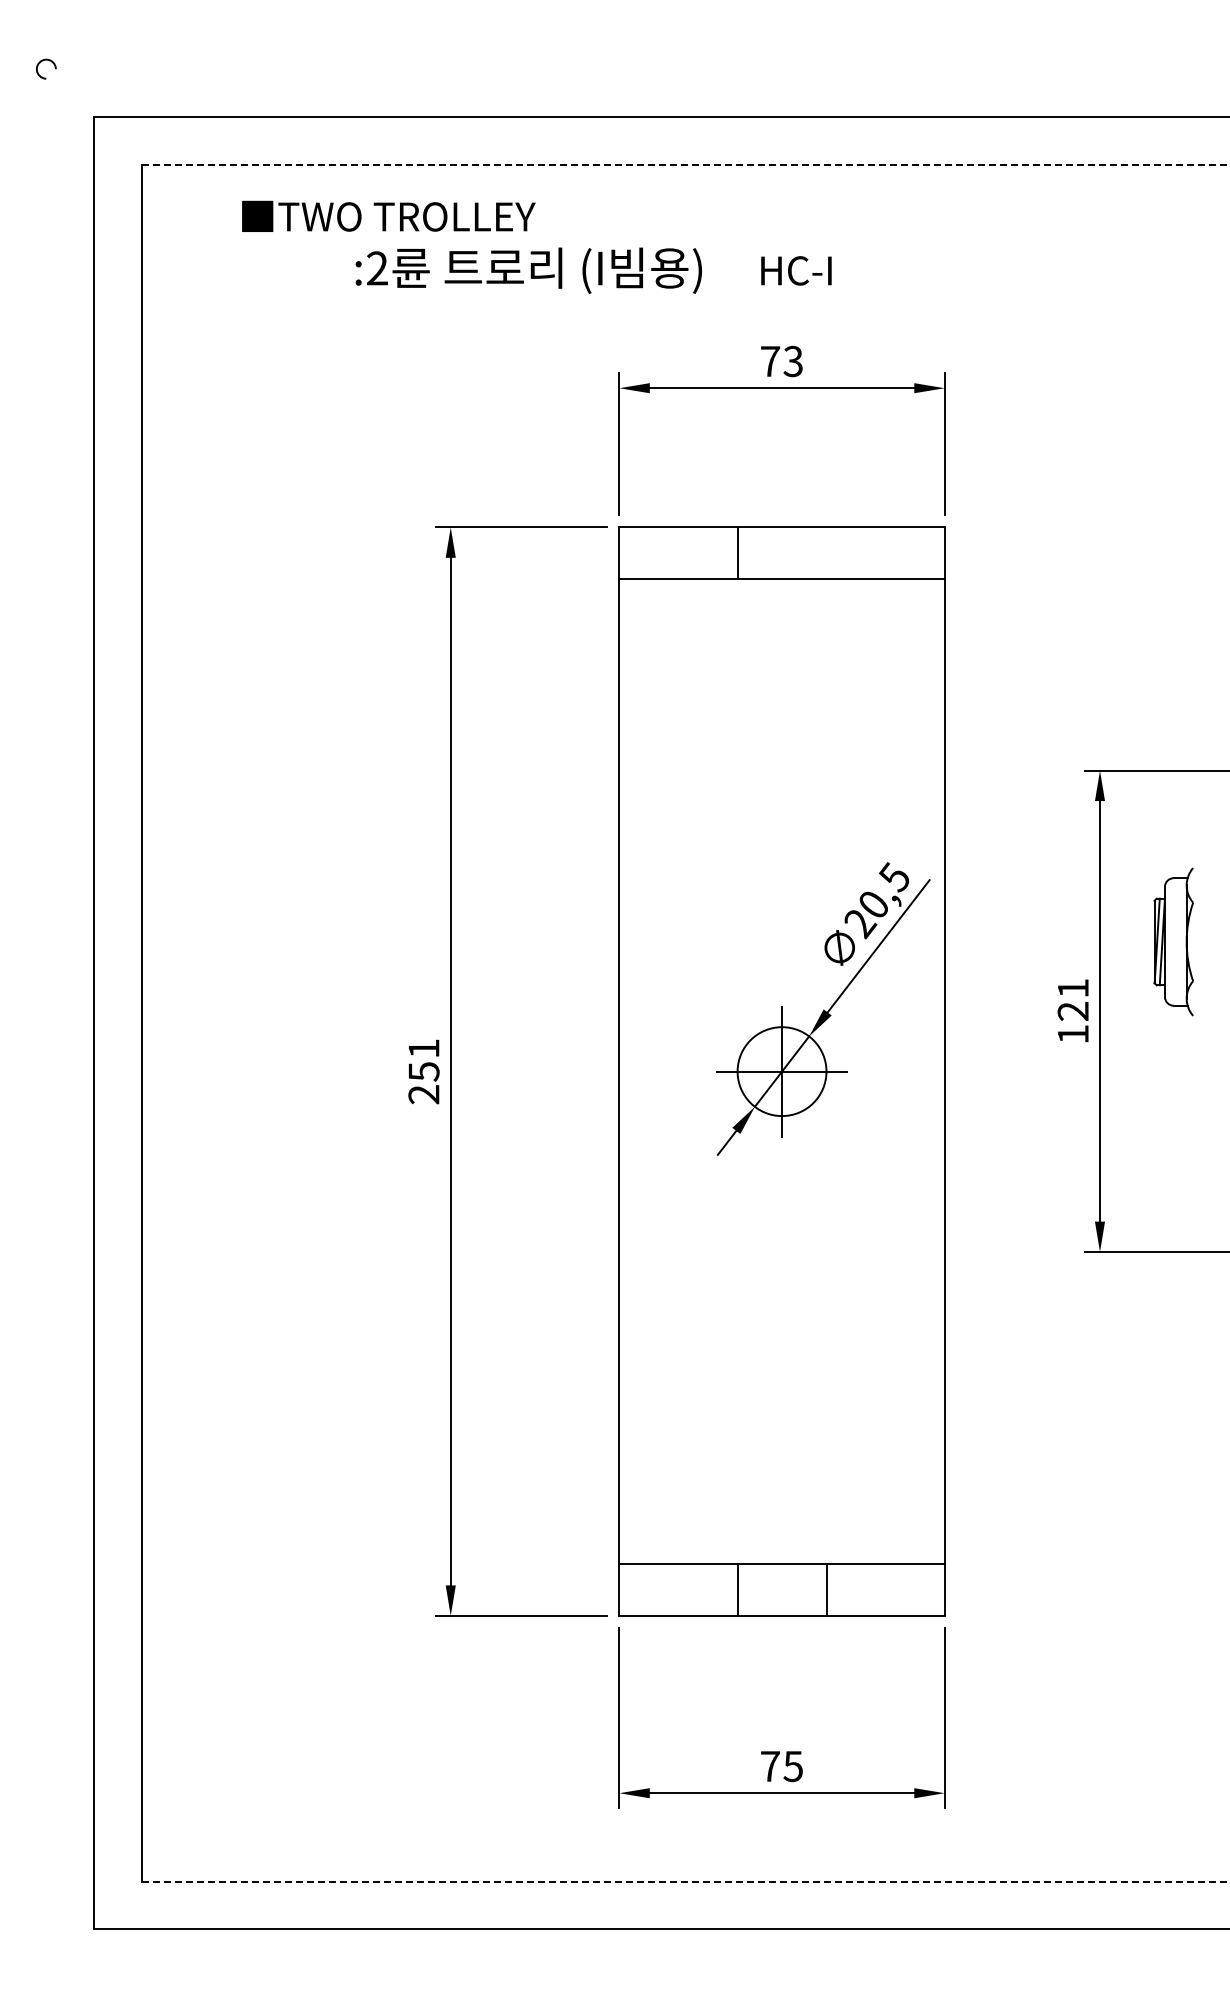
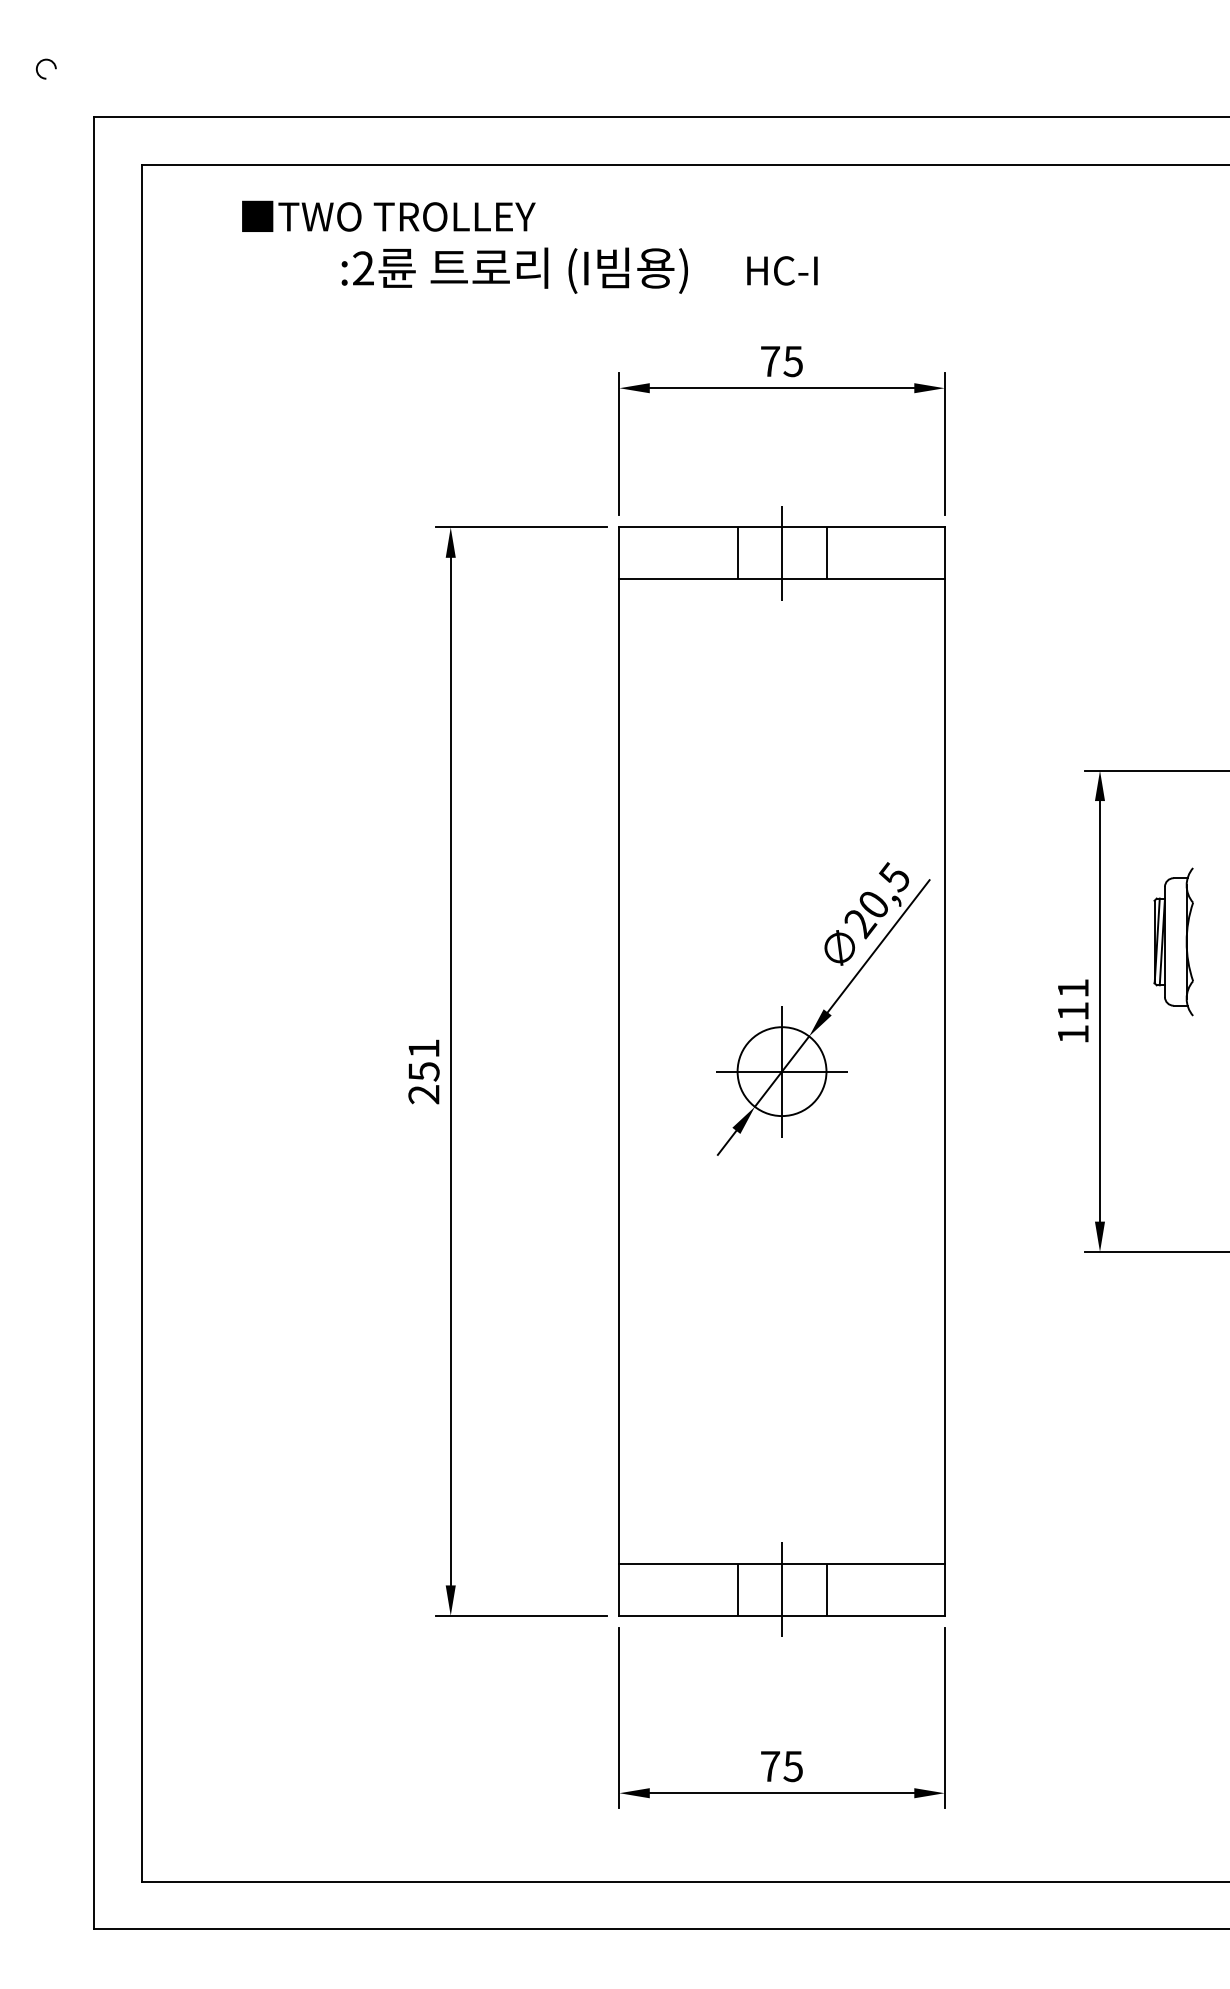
line at (685, 164): dashed -> solid
text at (593, 270) position: (593, 270) -> (579, 270)
text at (792, 360): 73 -> 75
line at (782, 553): none -> present
line at (826, 553): none -> present
text at (1072, 1011): 121 -> 111
line at (782, 1589): none -> present
line at (685, 1881): dashed -> solid
